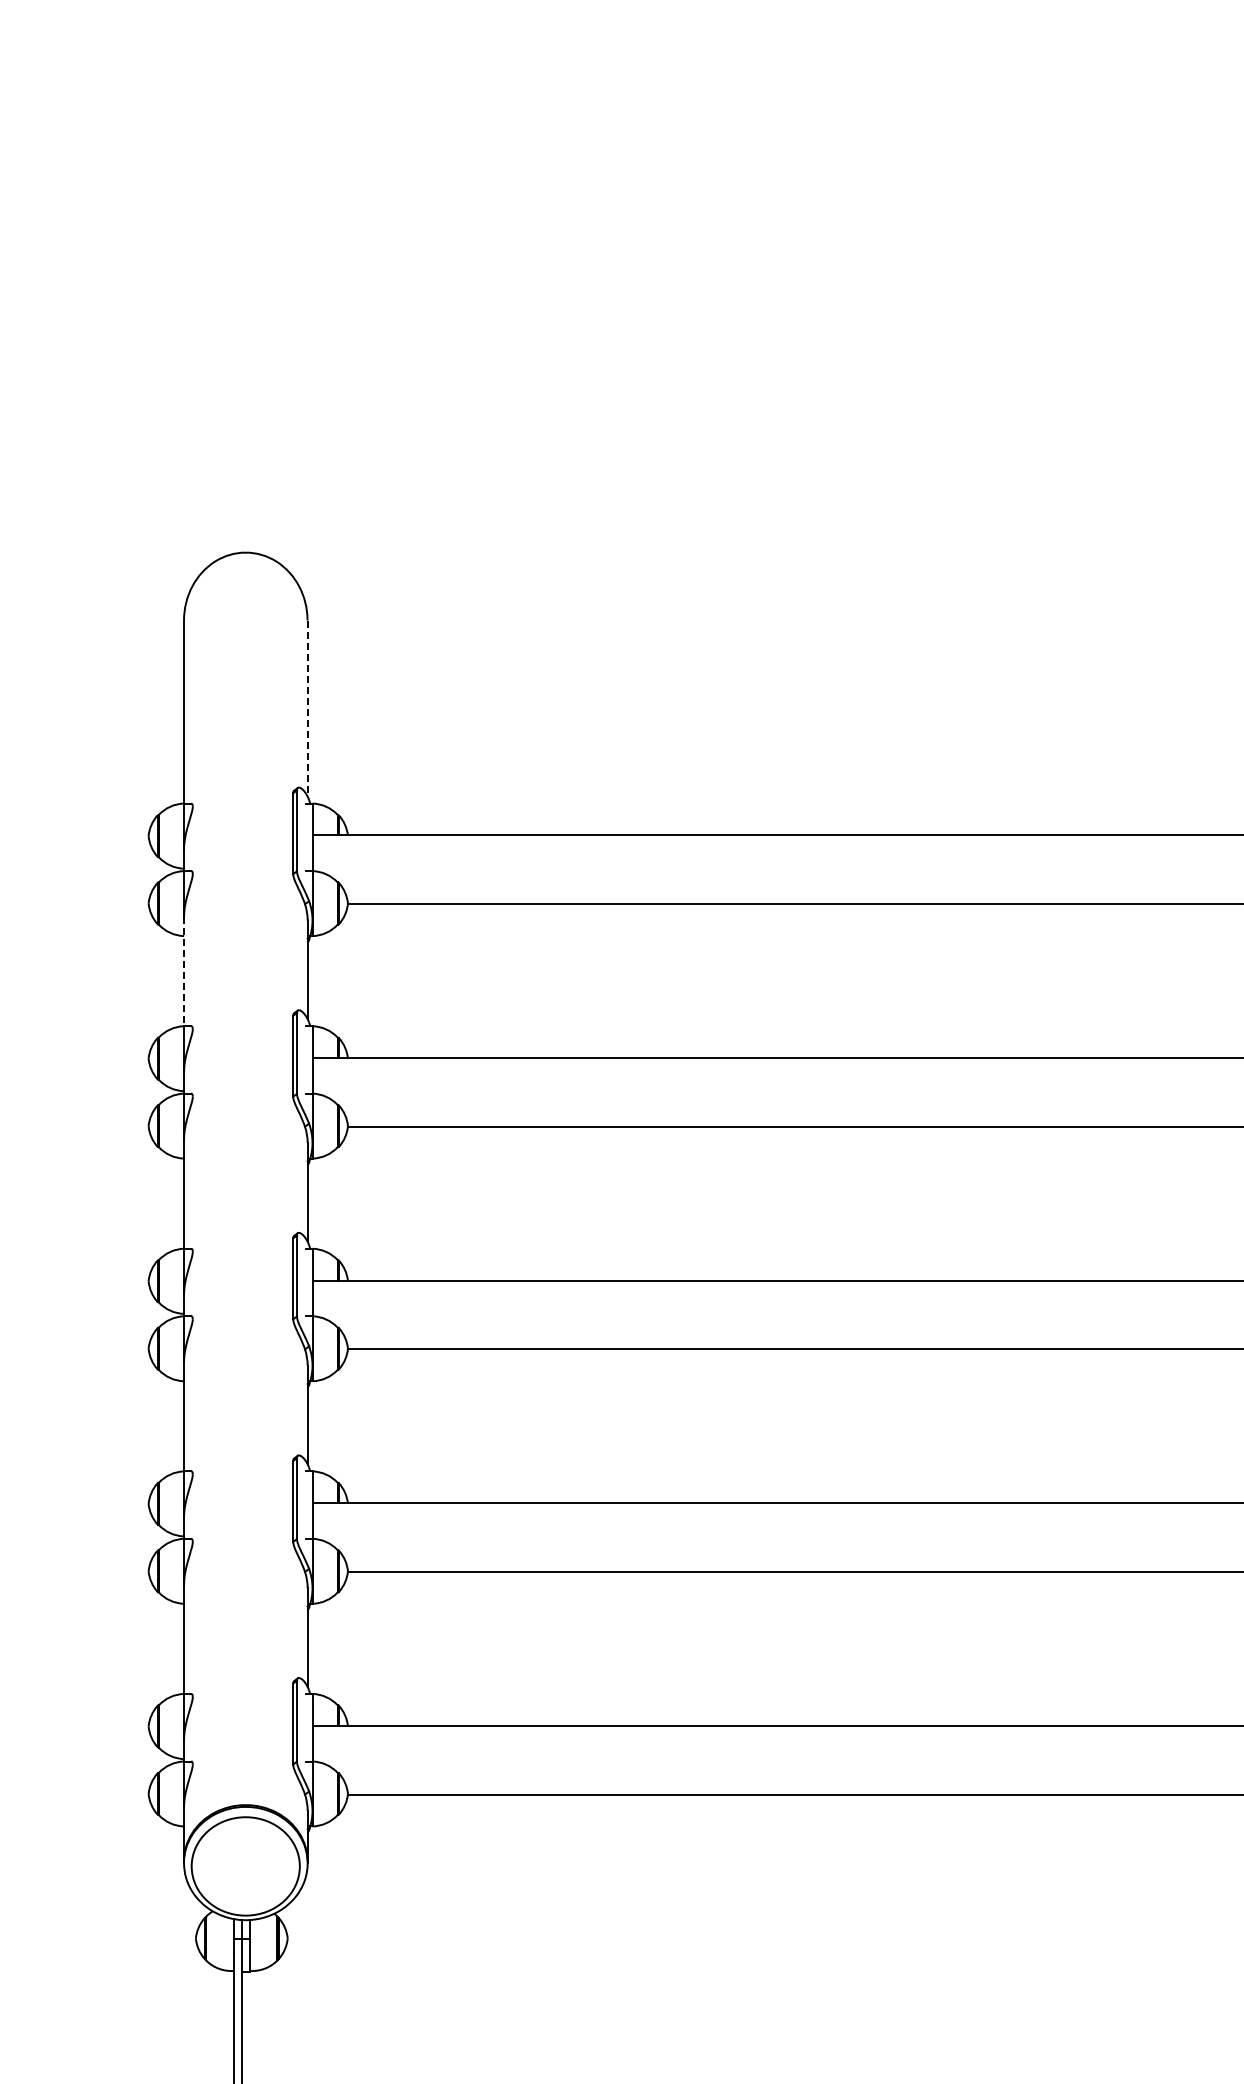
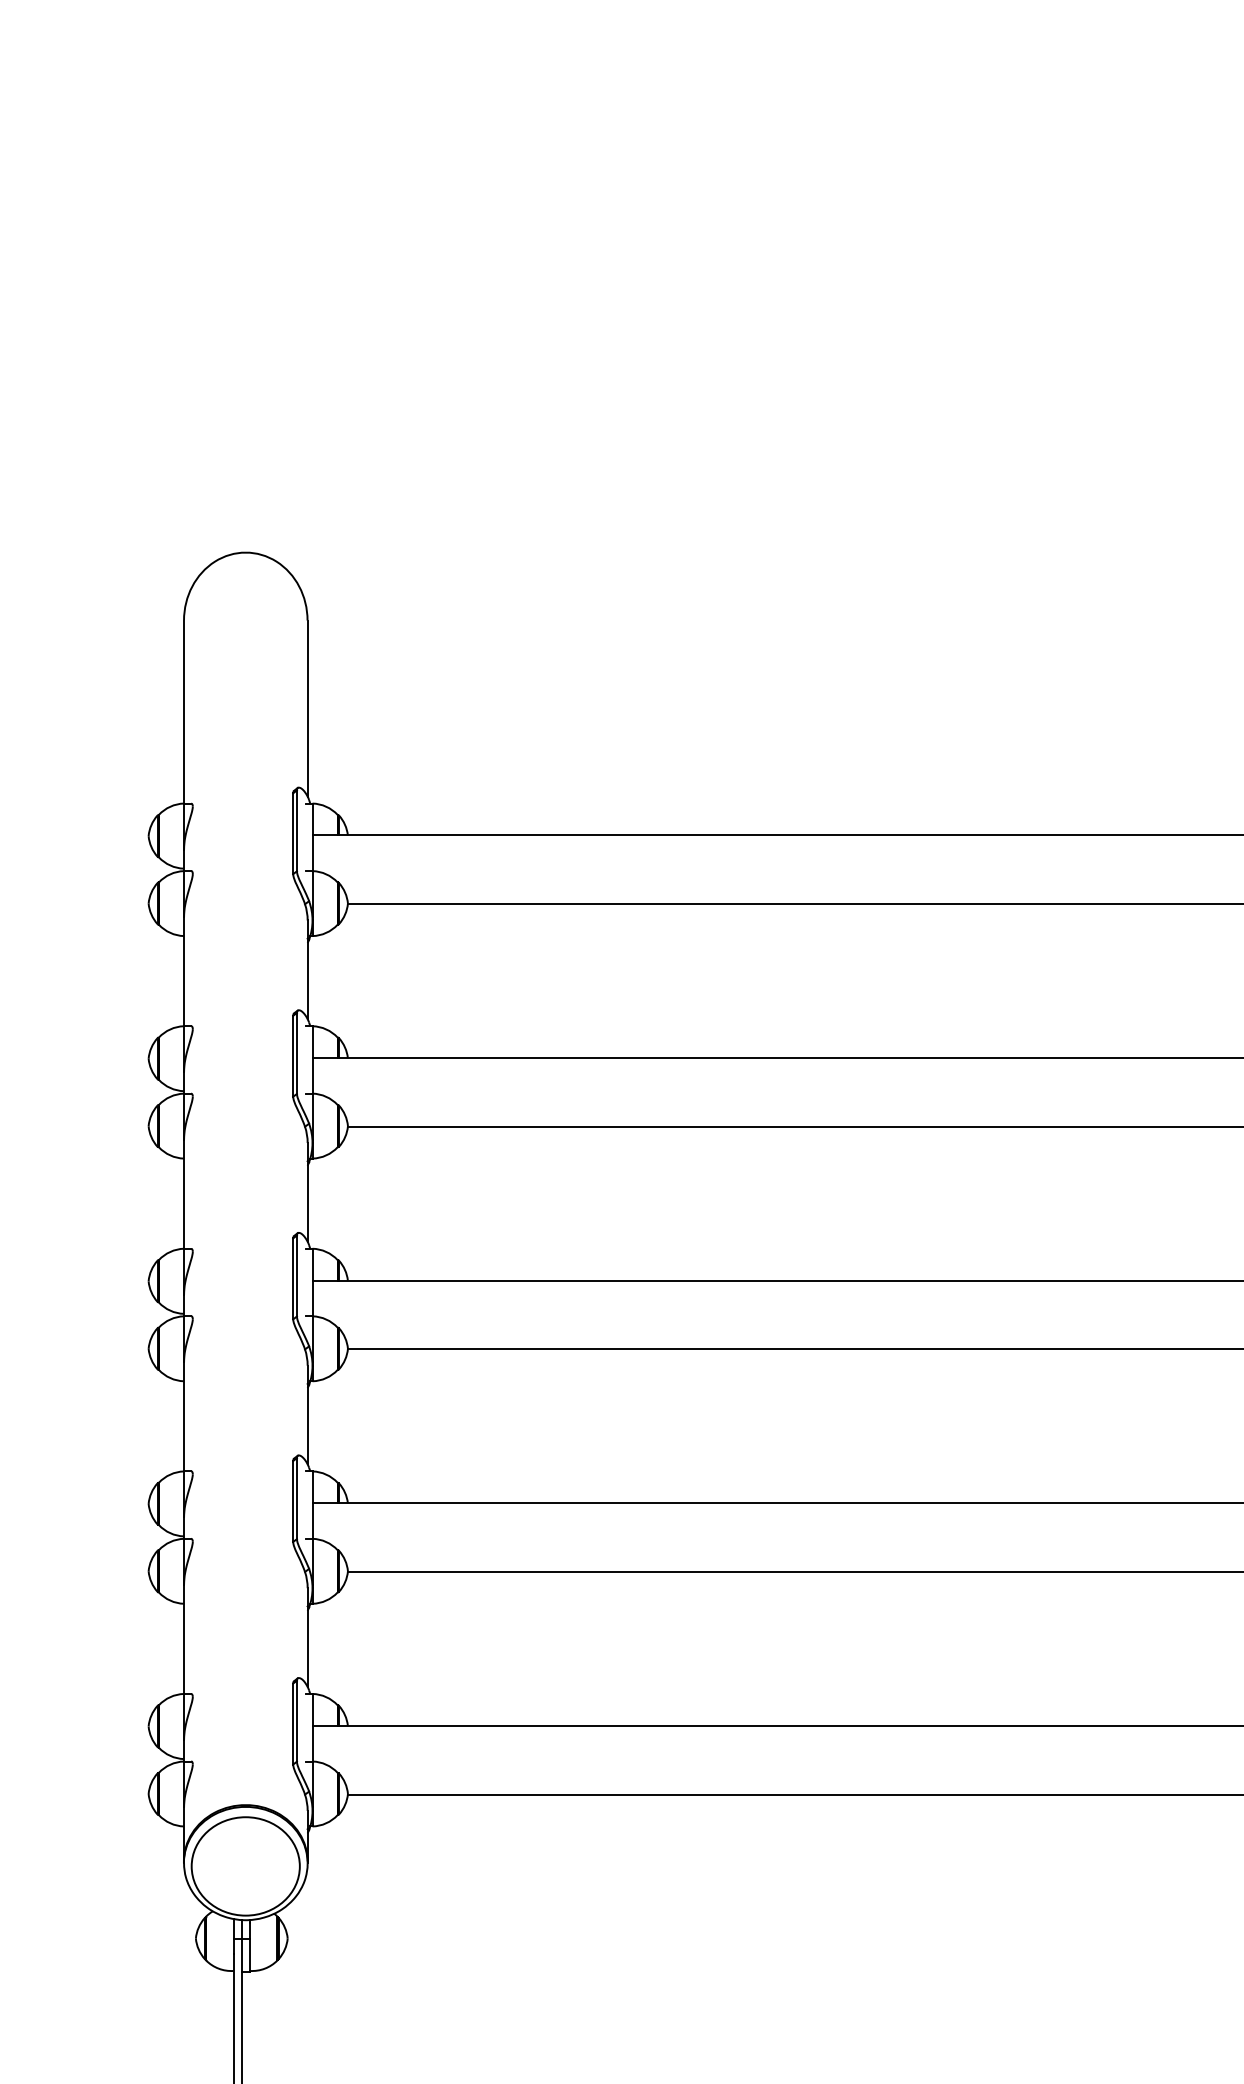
line at (307, 709): dashed -> solid
line at (184, 971): dashed -> solid
